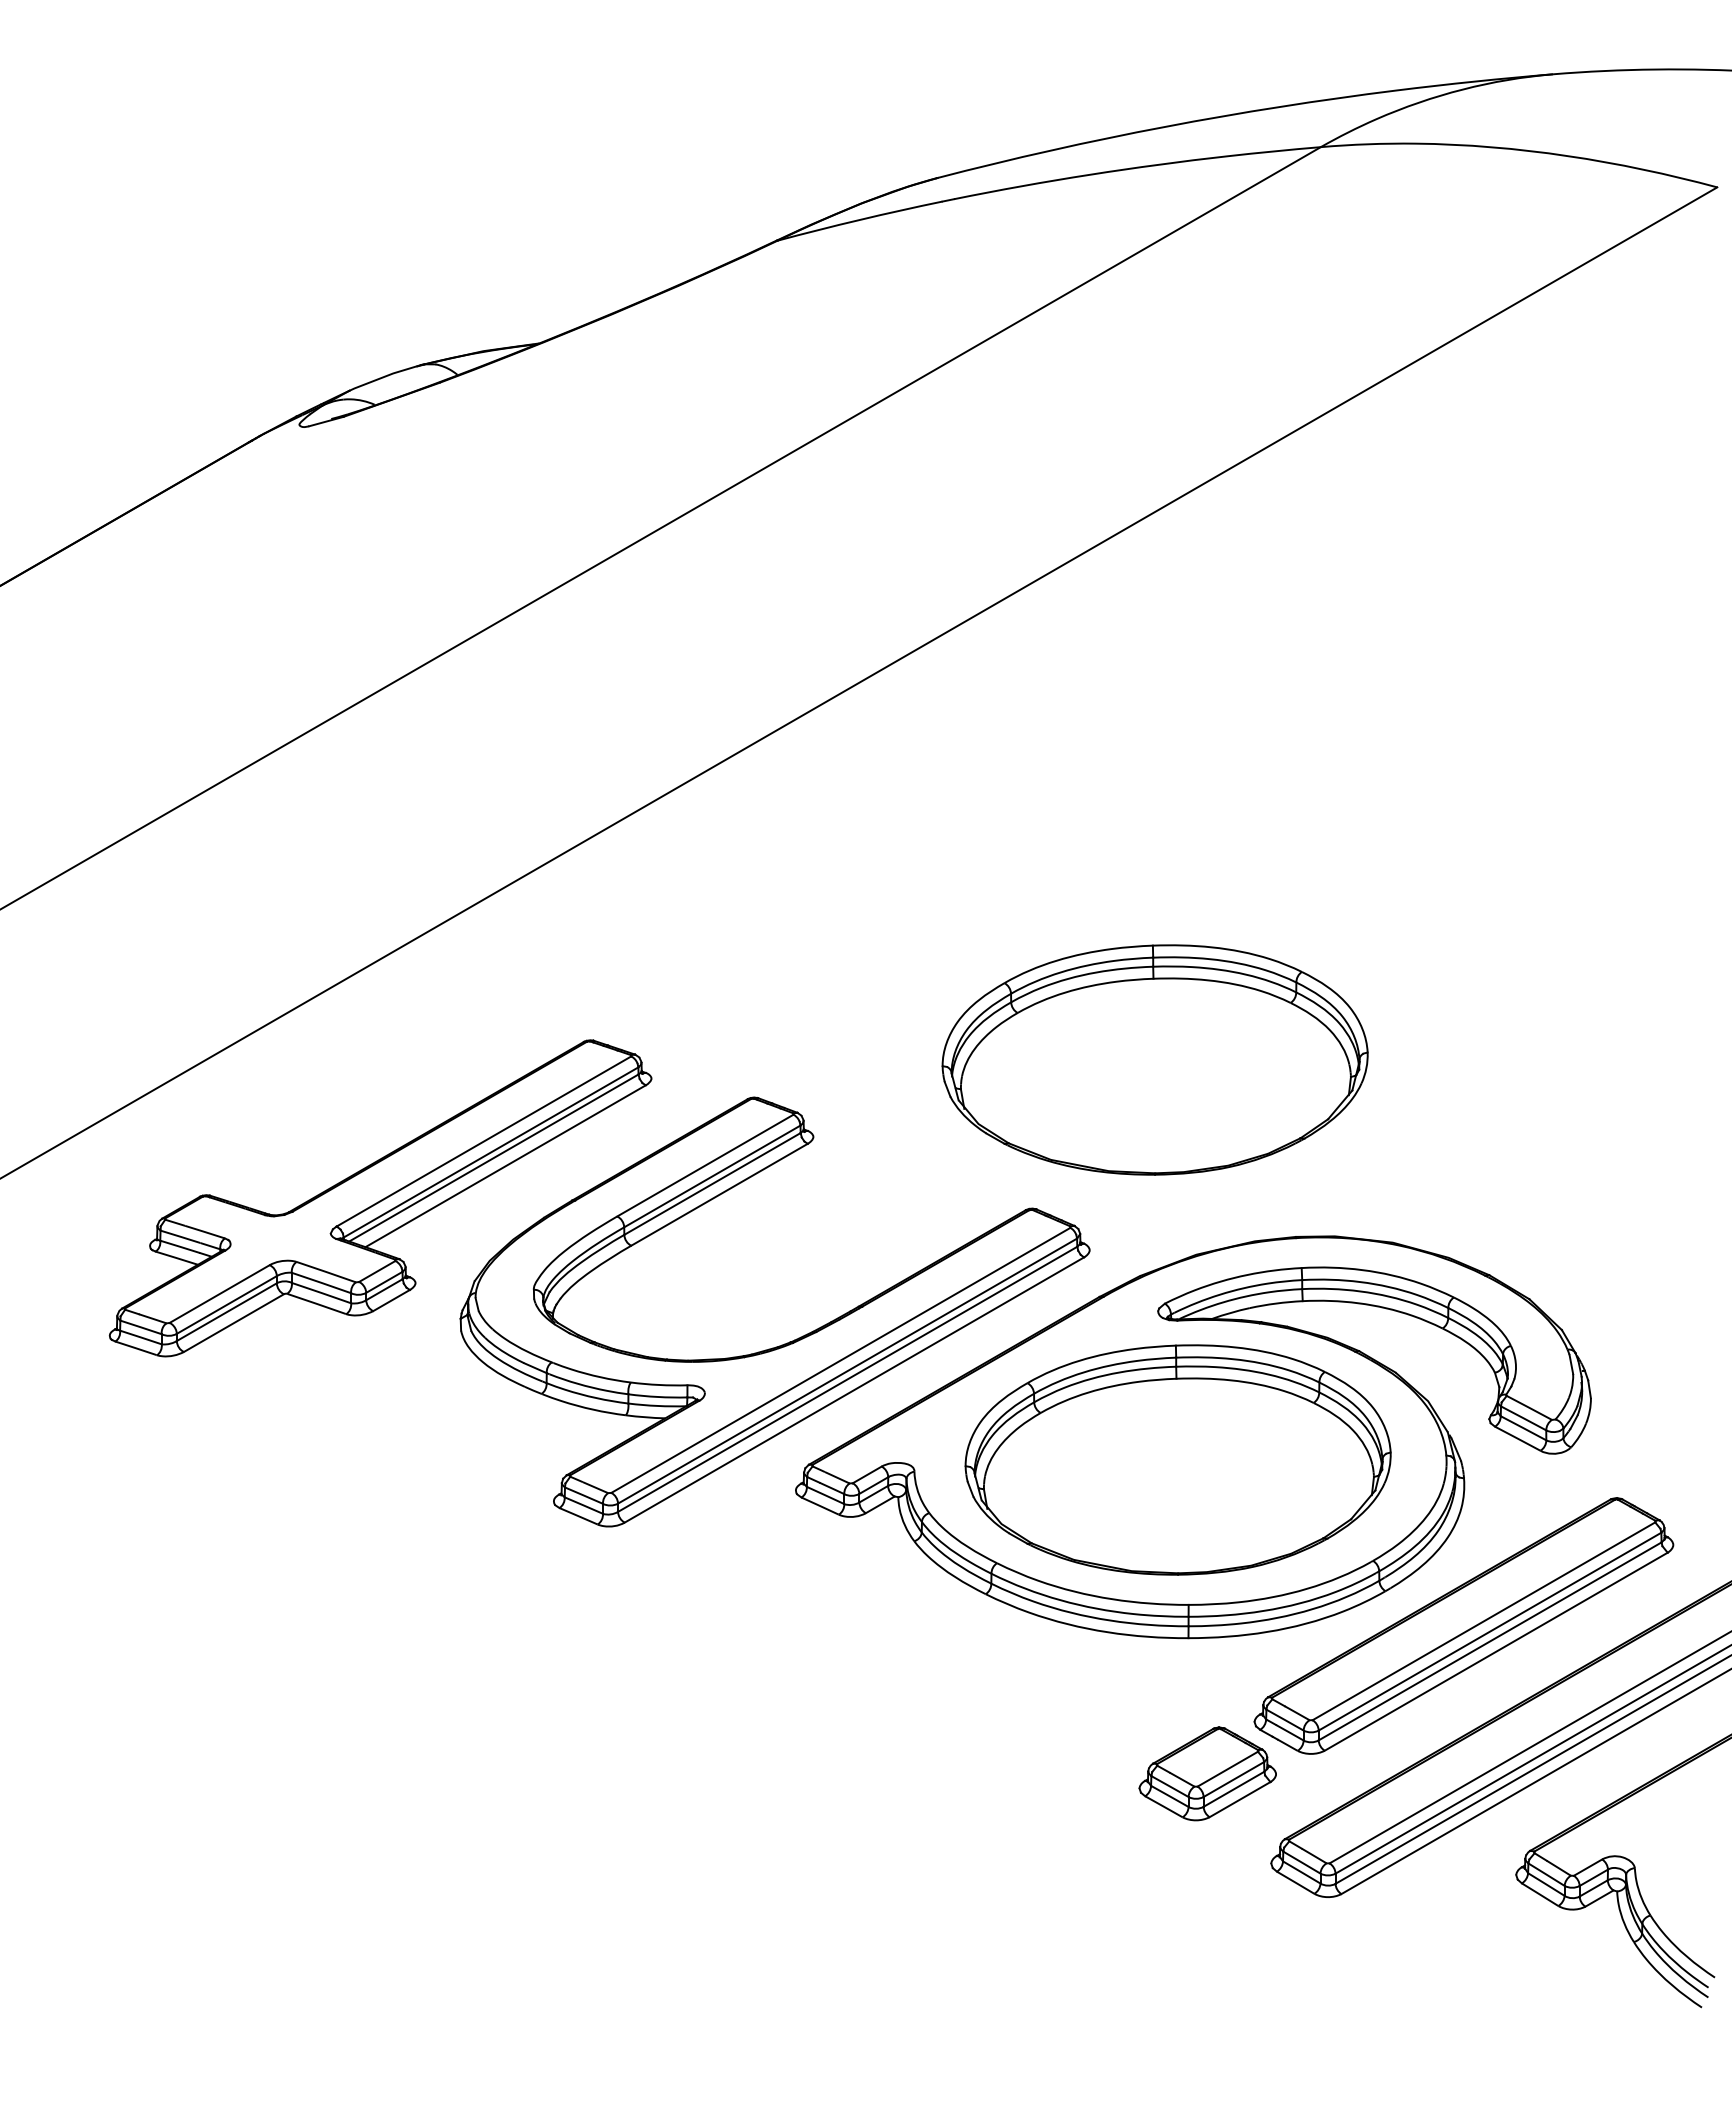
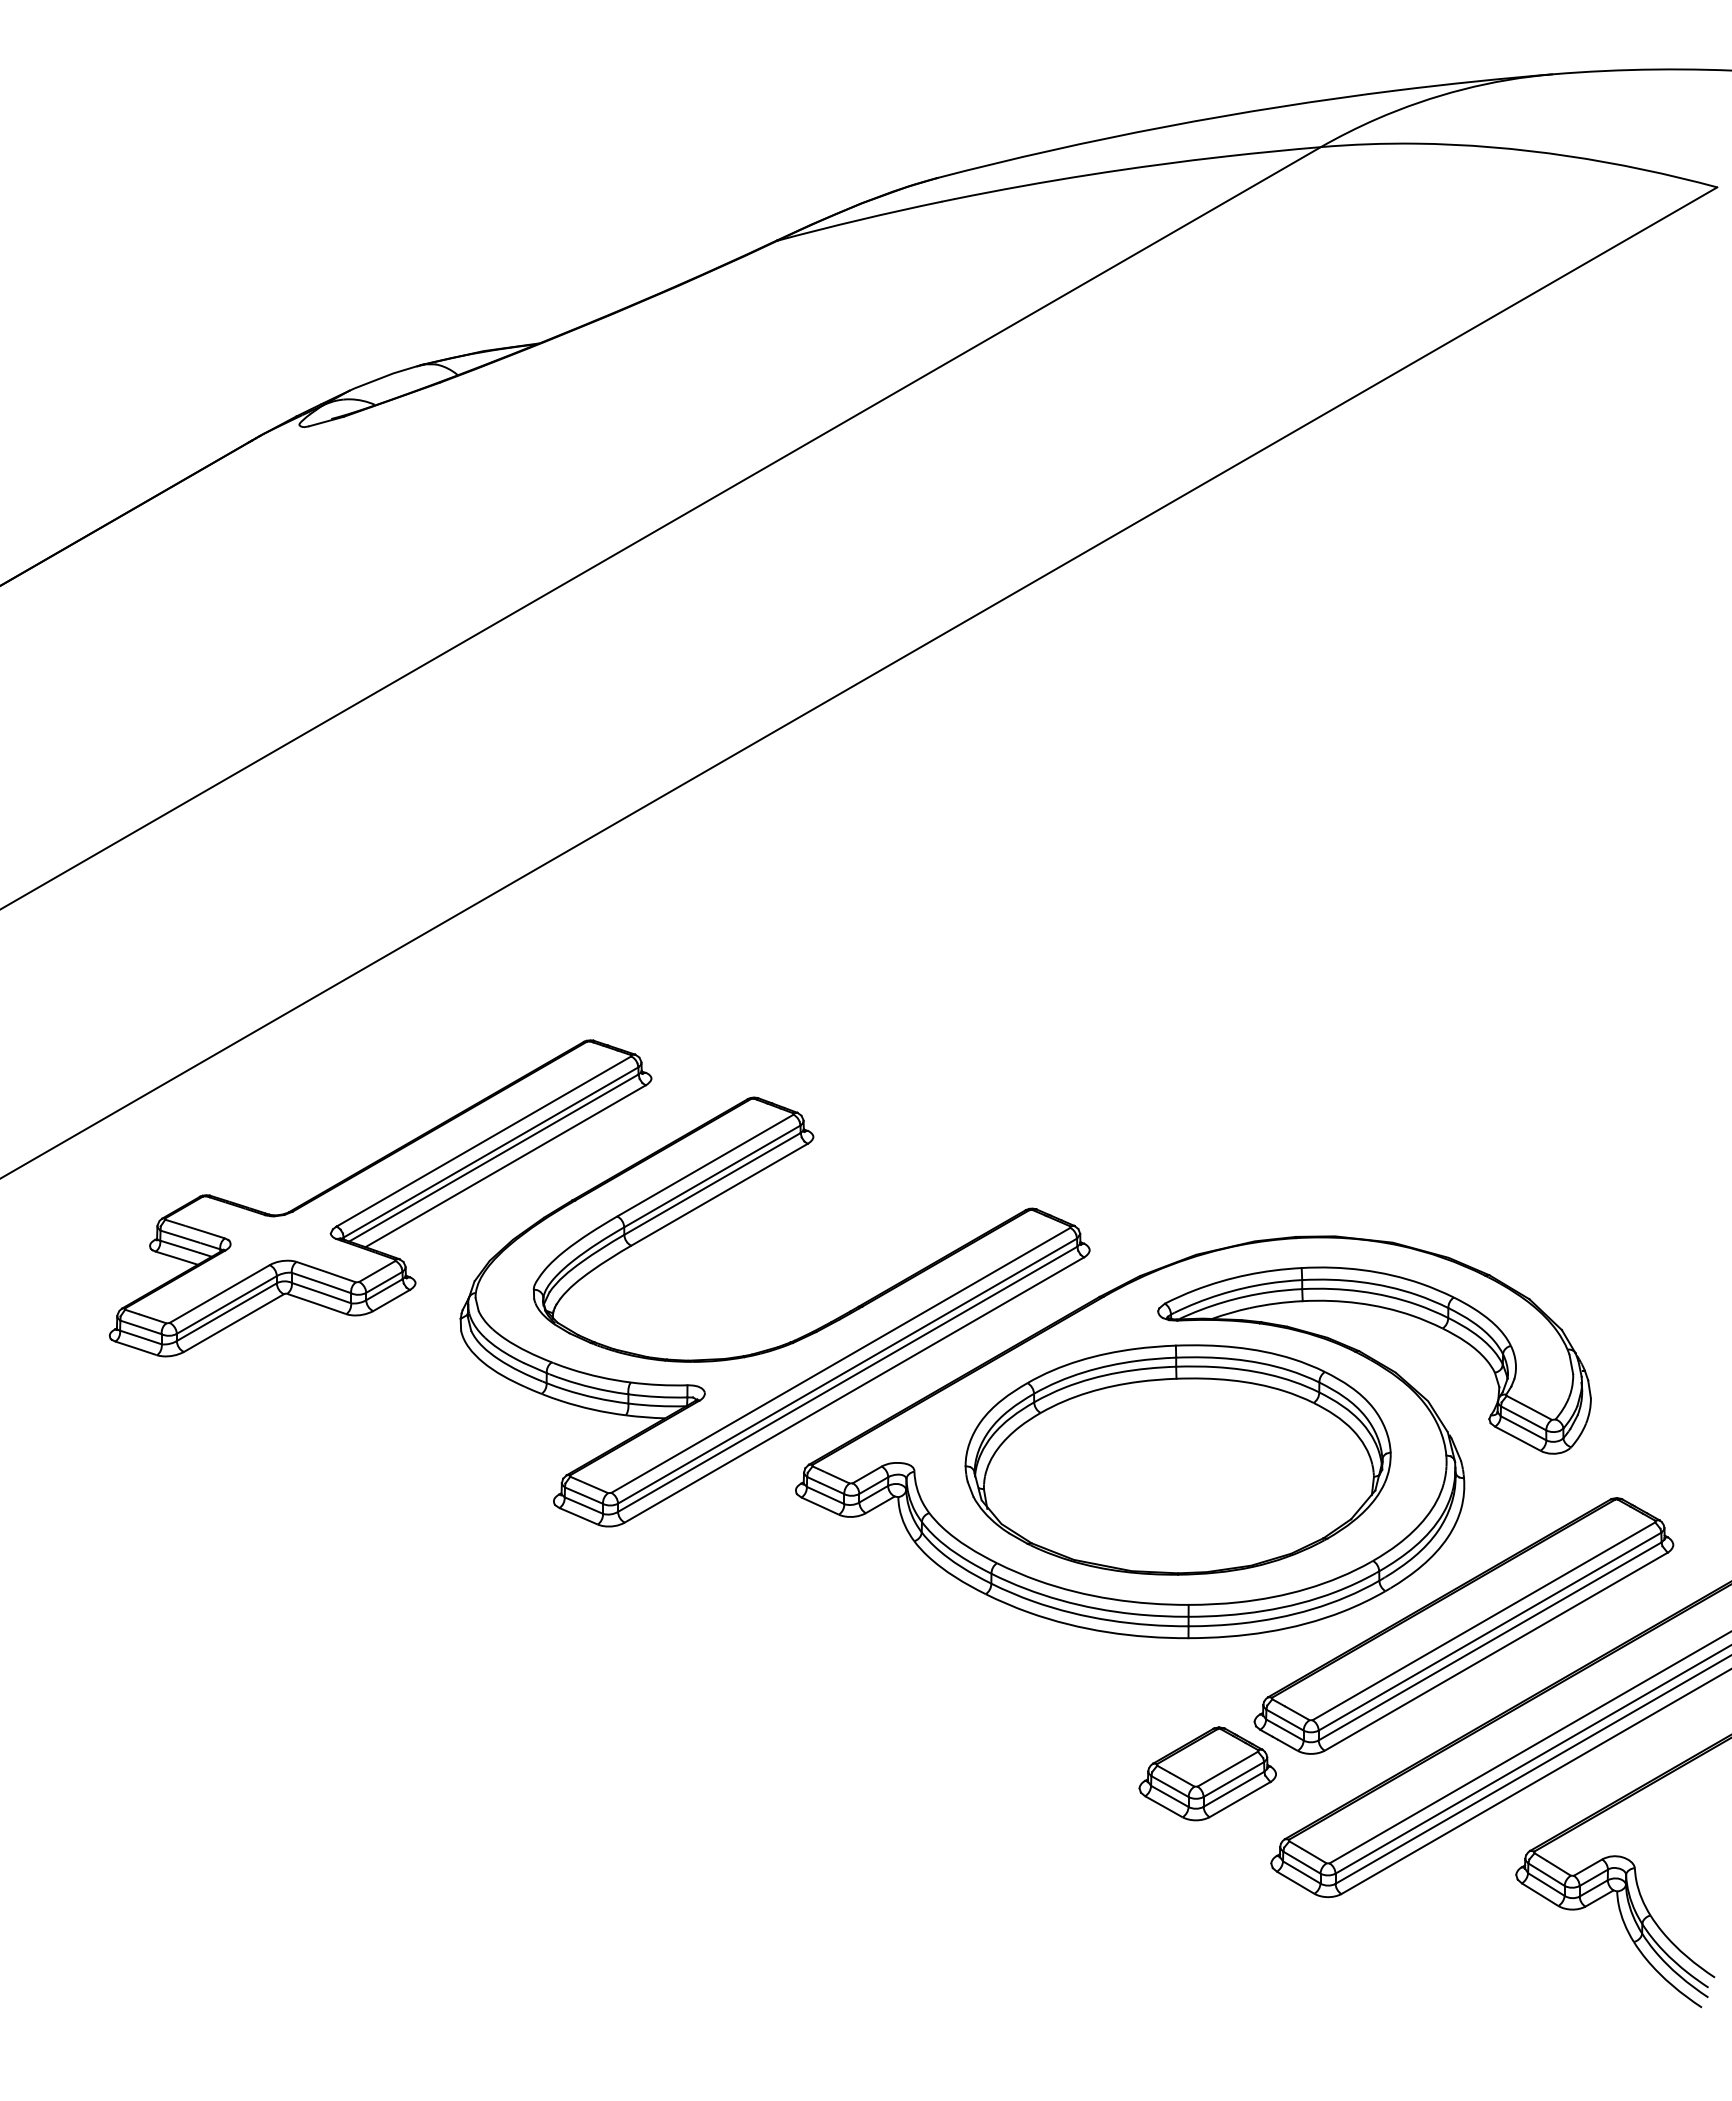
part at (1154, 1059): present -> none
